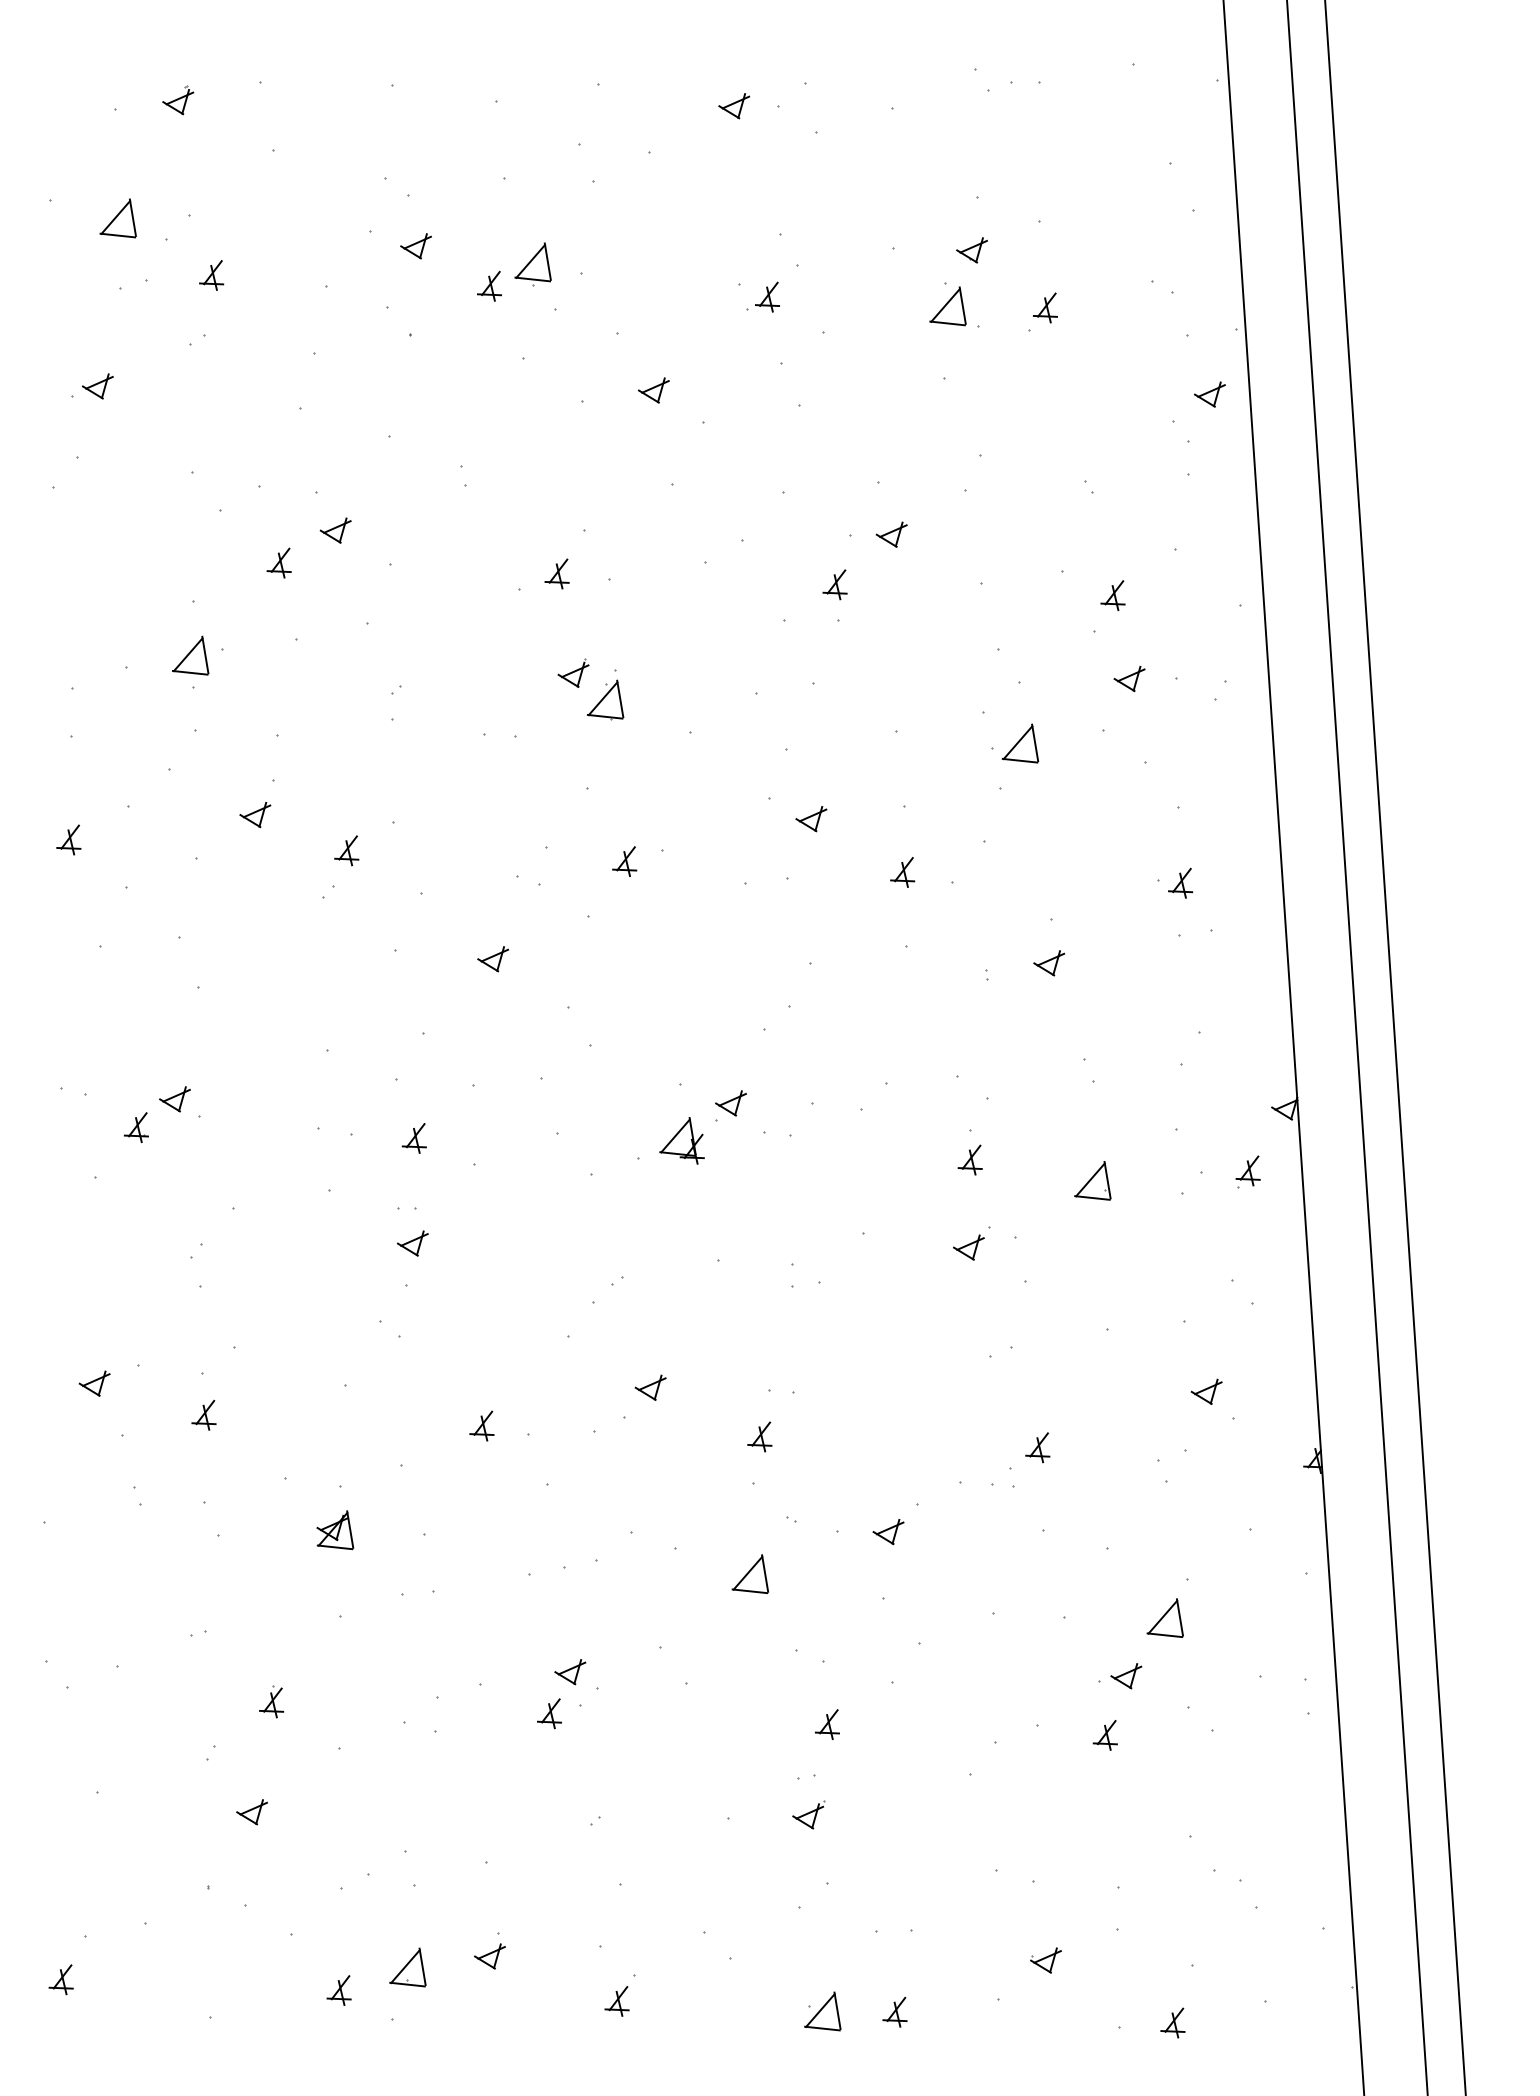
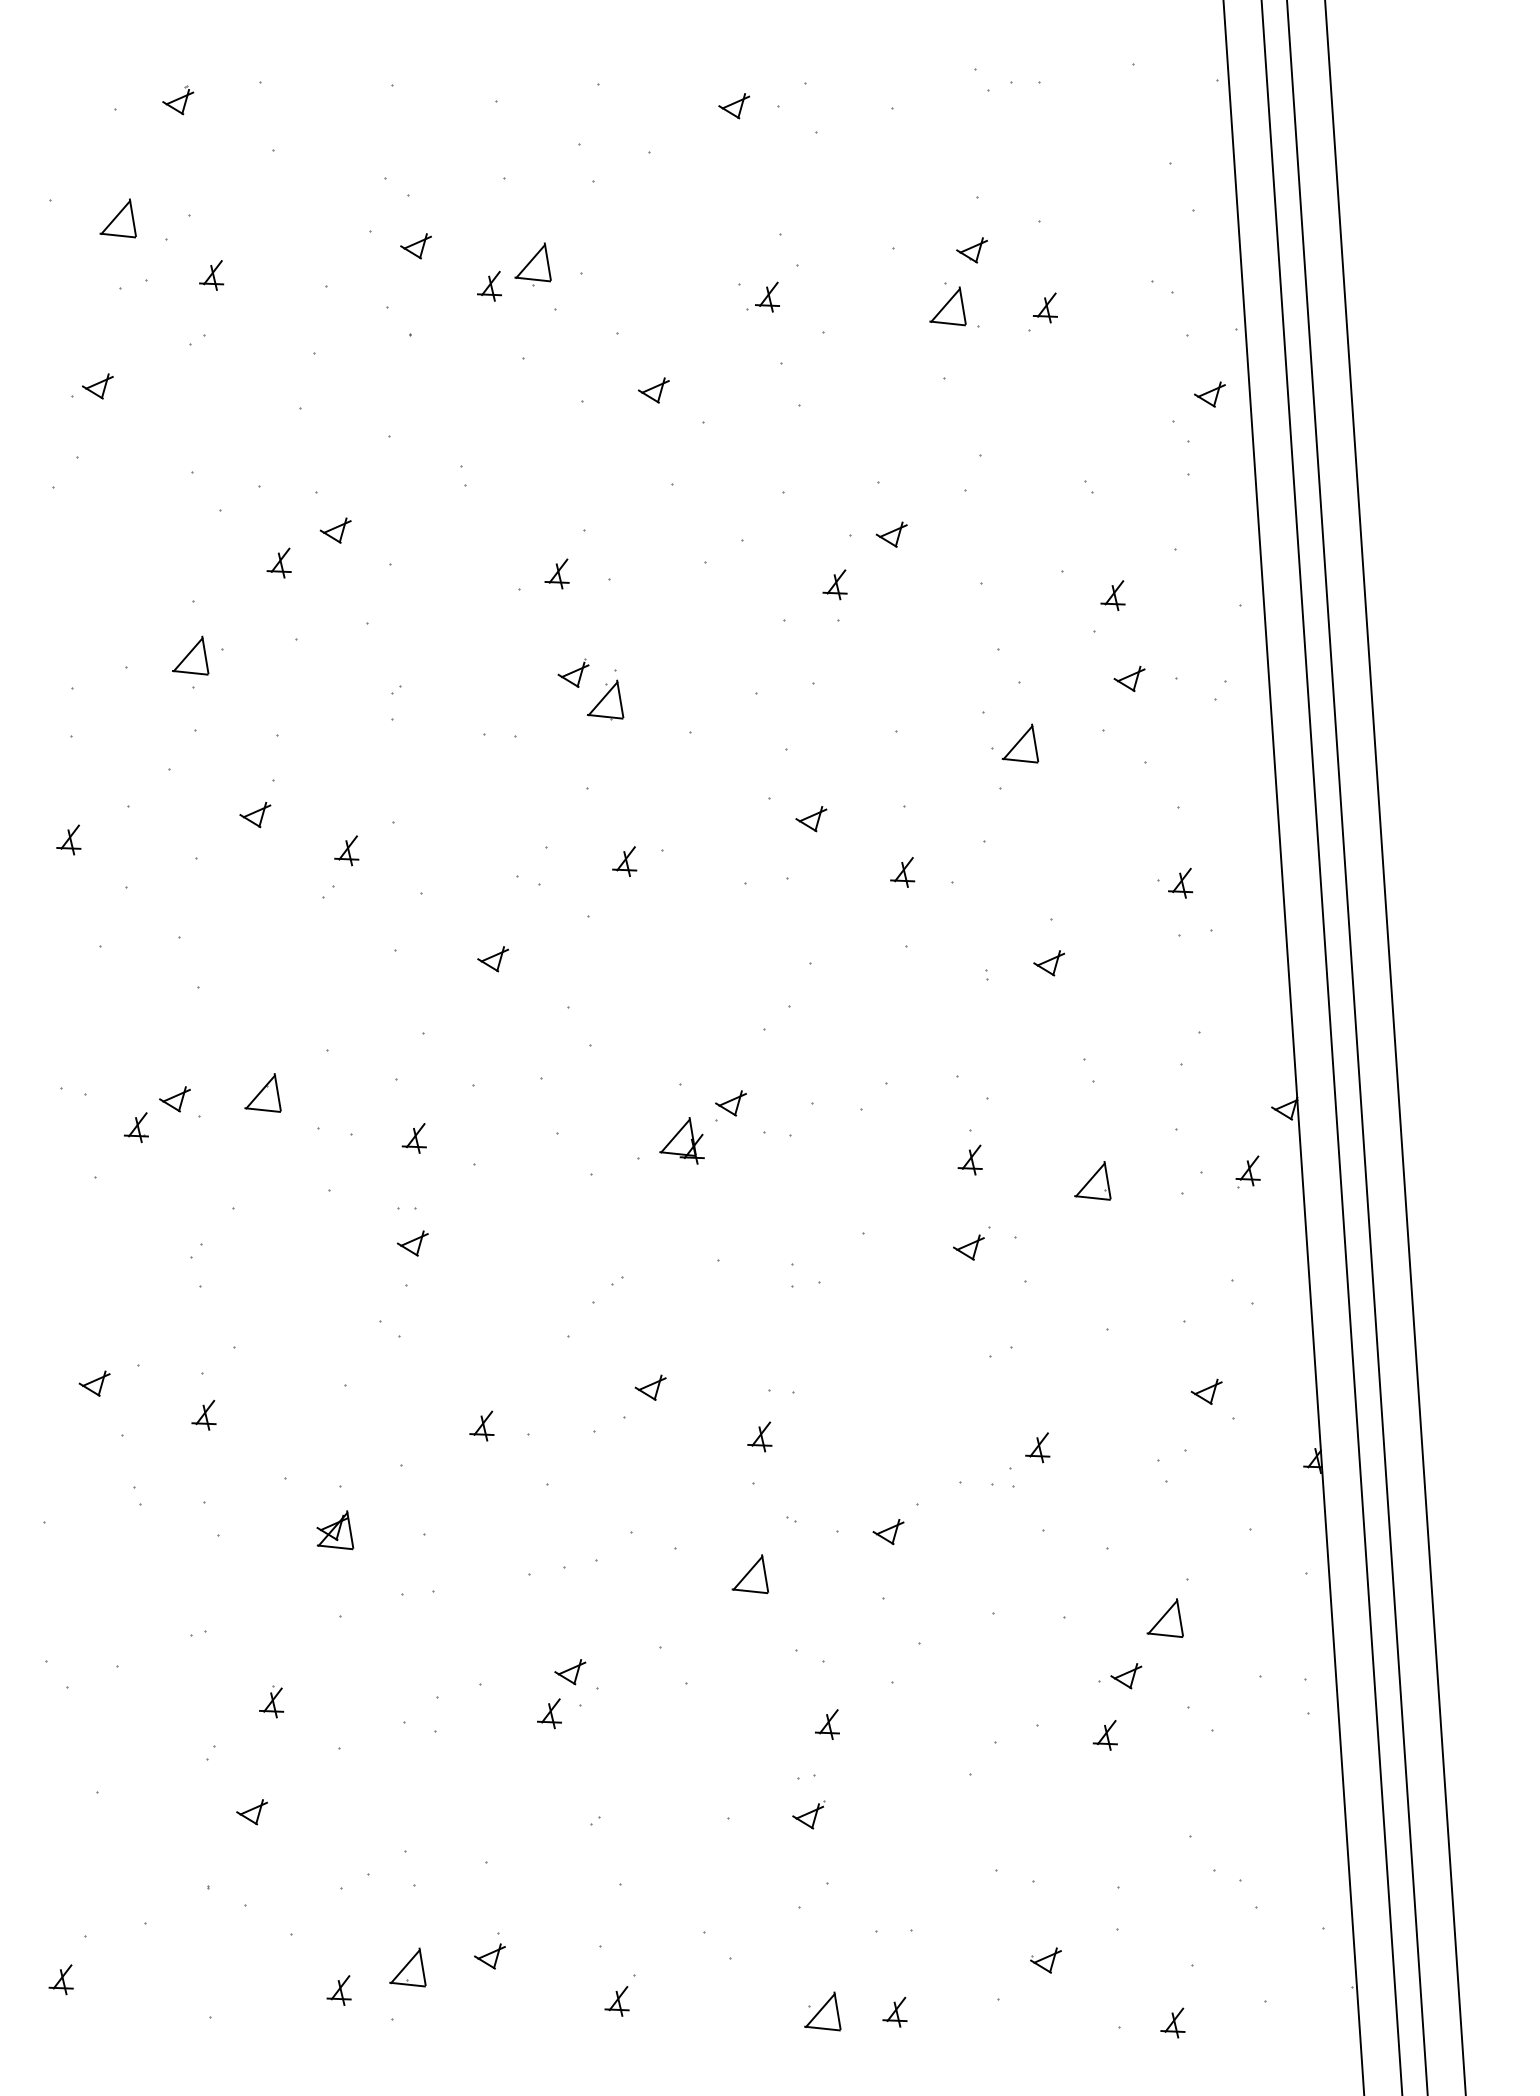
line at (1331, 1047): none -> present
part at (262, 1092): none -> present
